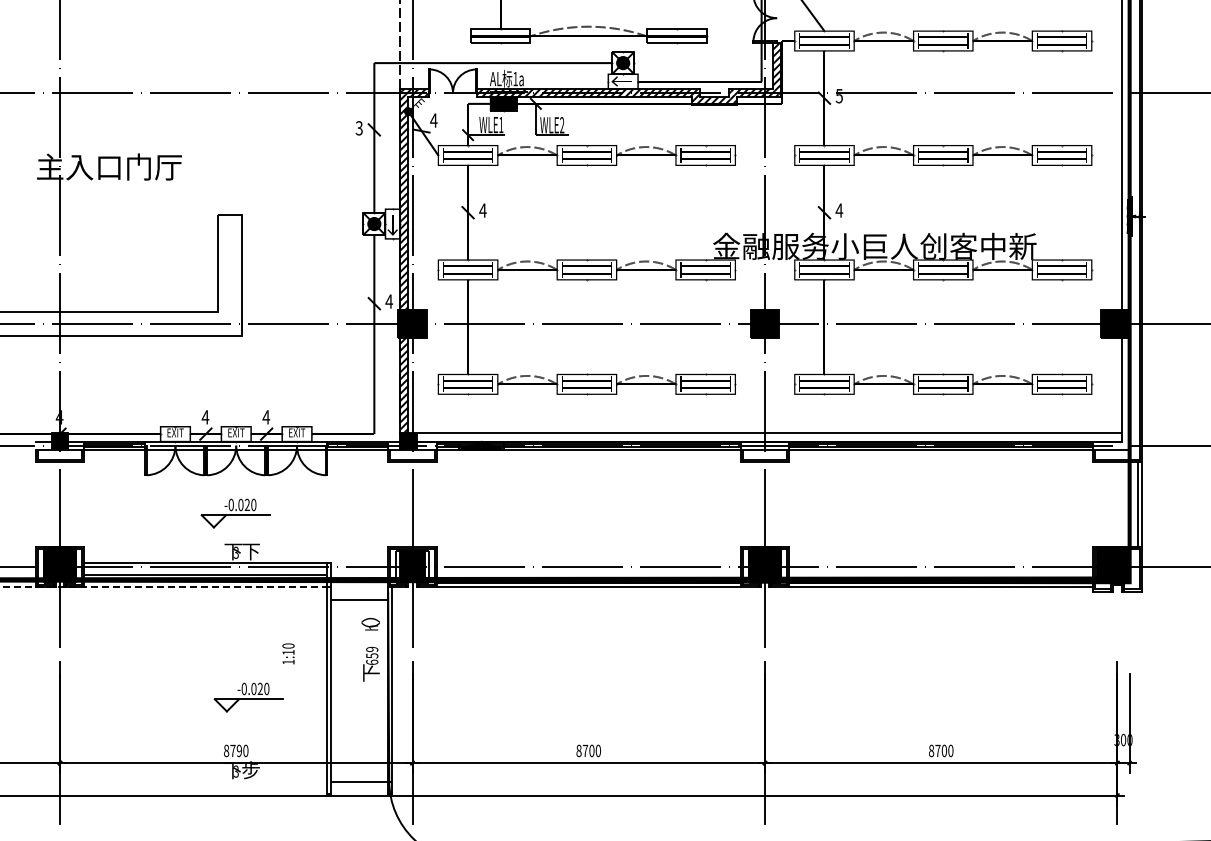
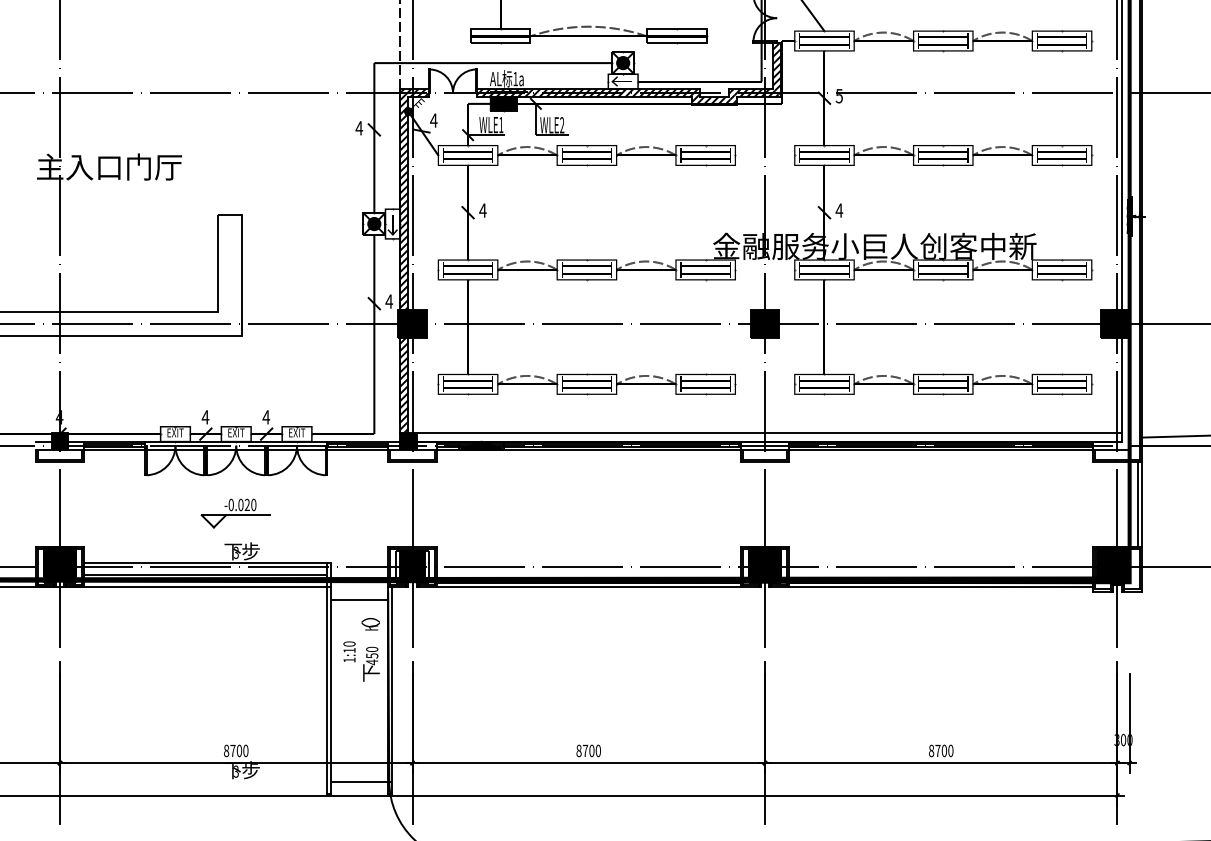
text at (359, 128): 3 -> 4
line at (1117, 325): none -> present
line at (1174, 436): none -> present
text at (250, 551): 下 -> 步
line at (166, 587): dashed -> solid
text at (288, 653) position: (288, 653) -> (349, 651)
text at (372, 655): 659 -> 450
part at (248, 697): present -> none
text at (238, 751): 8790 -> 8700
